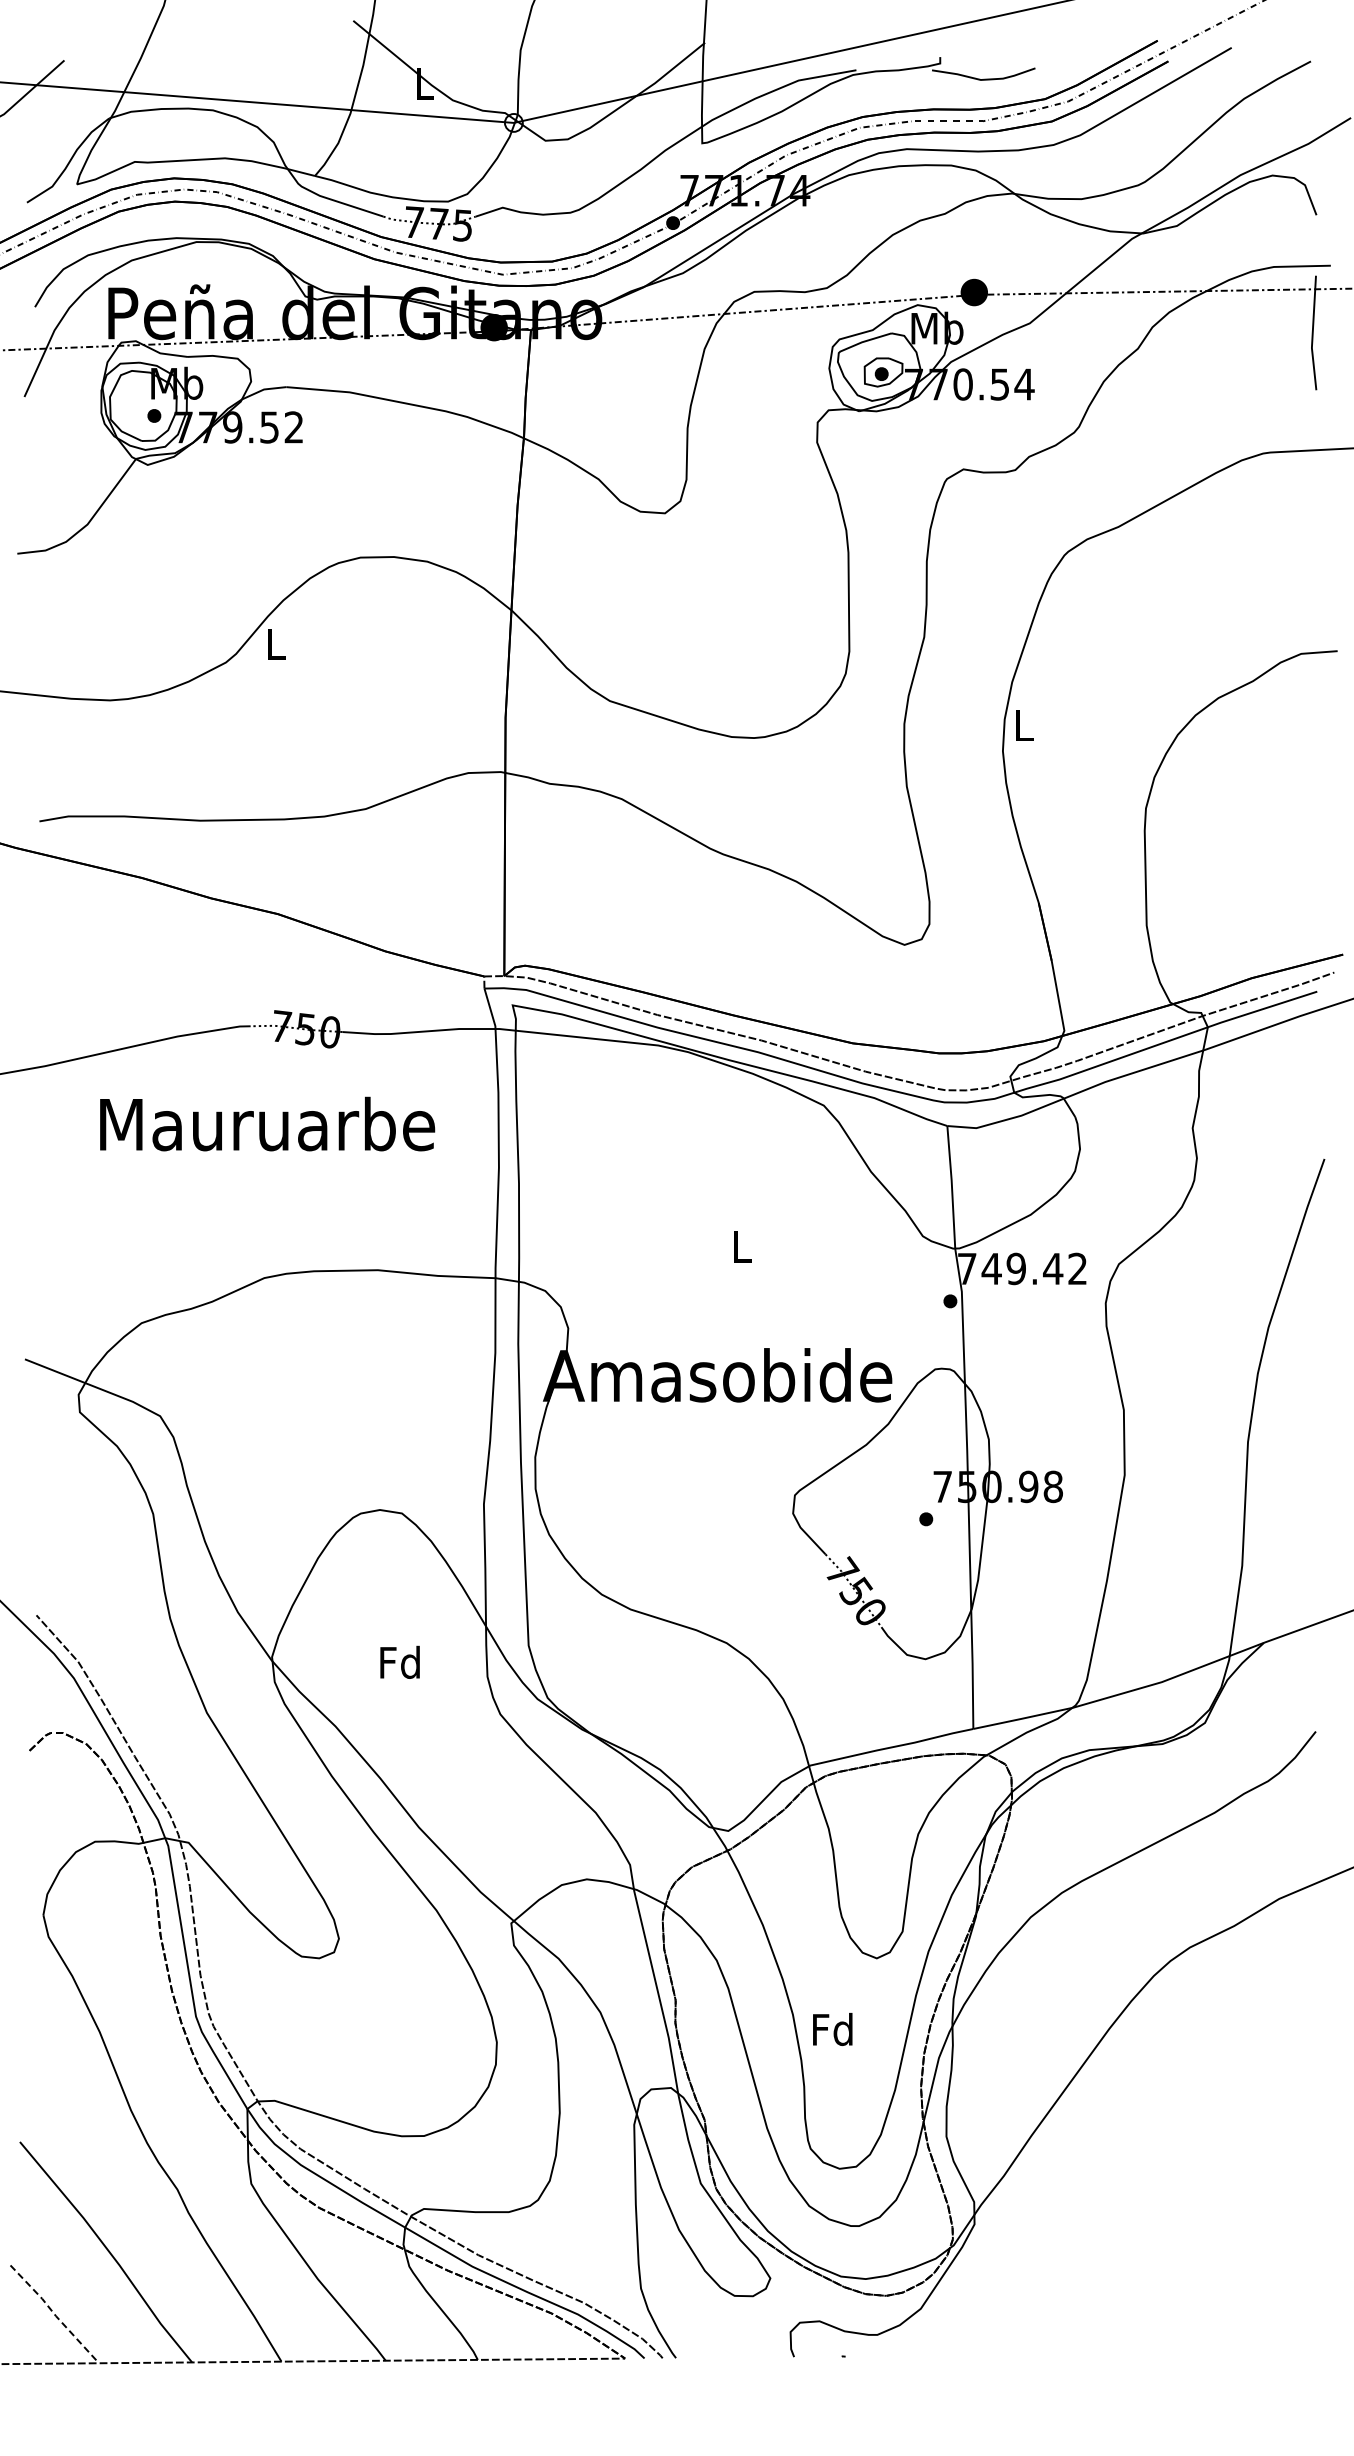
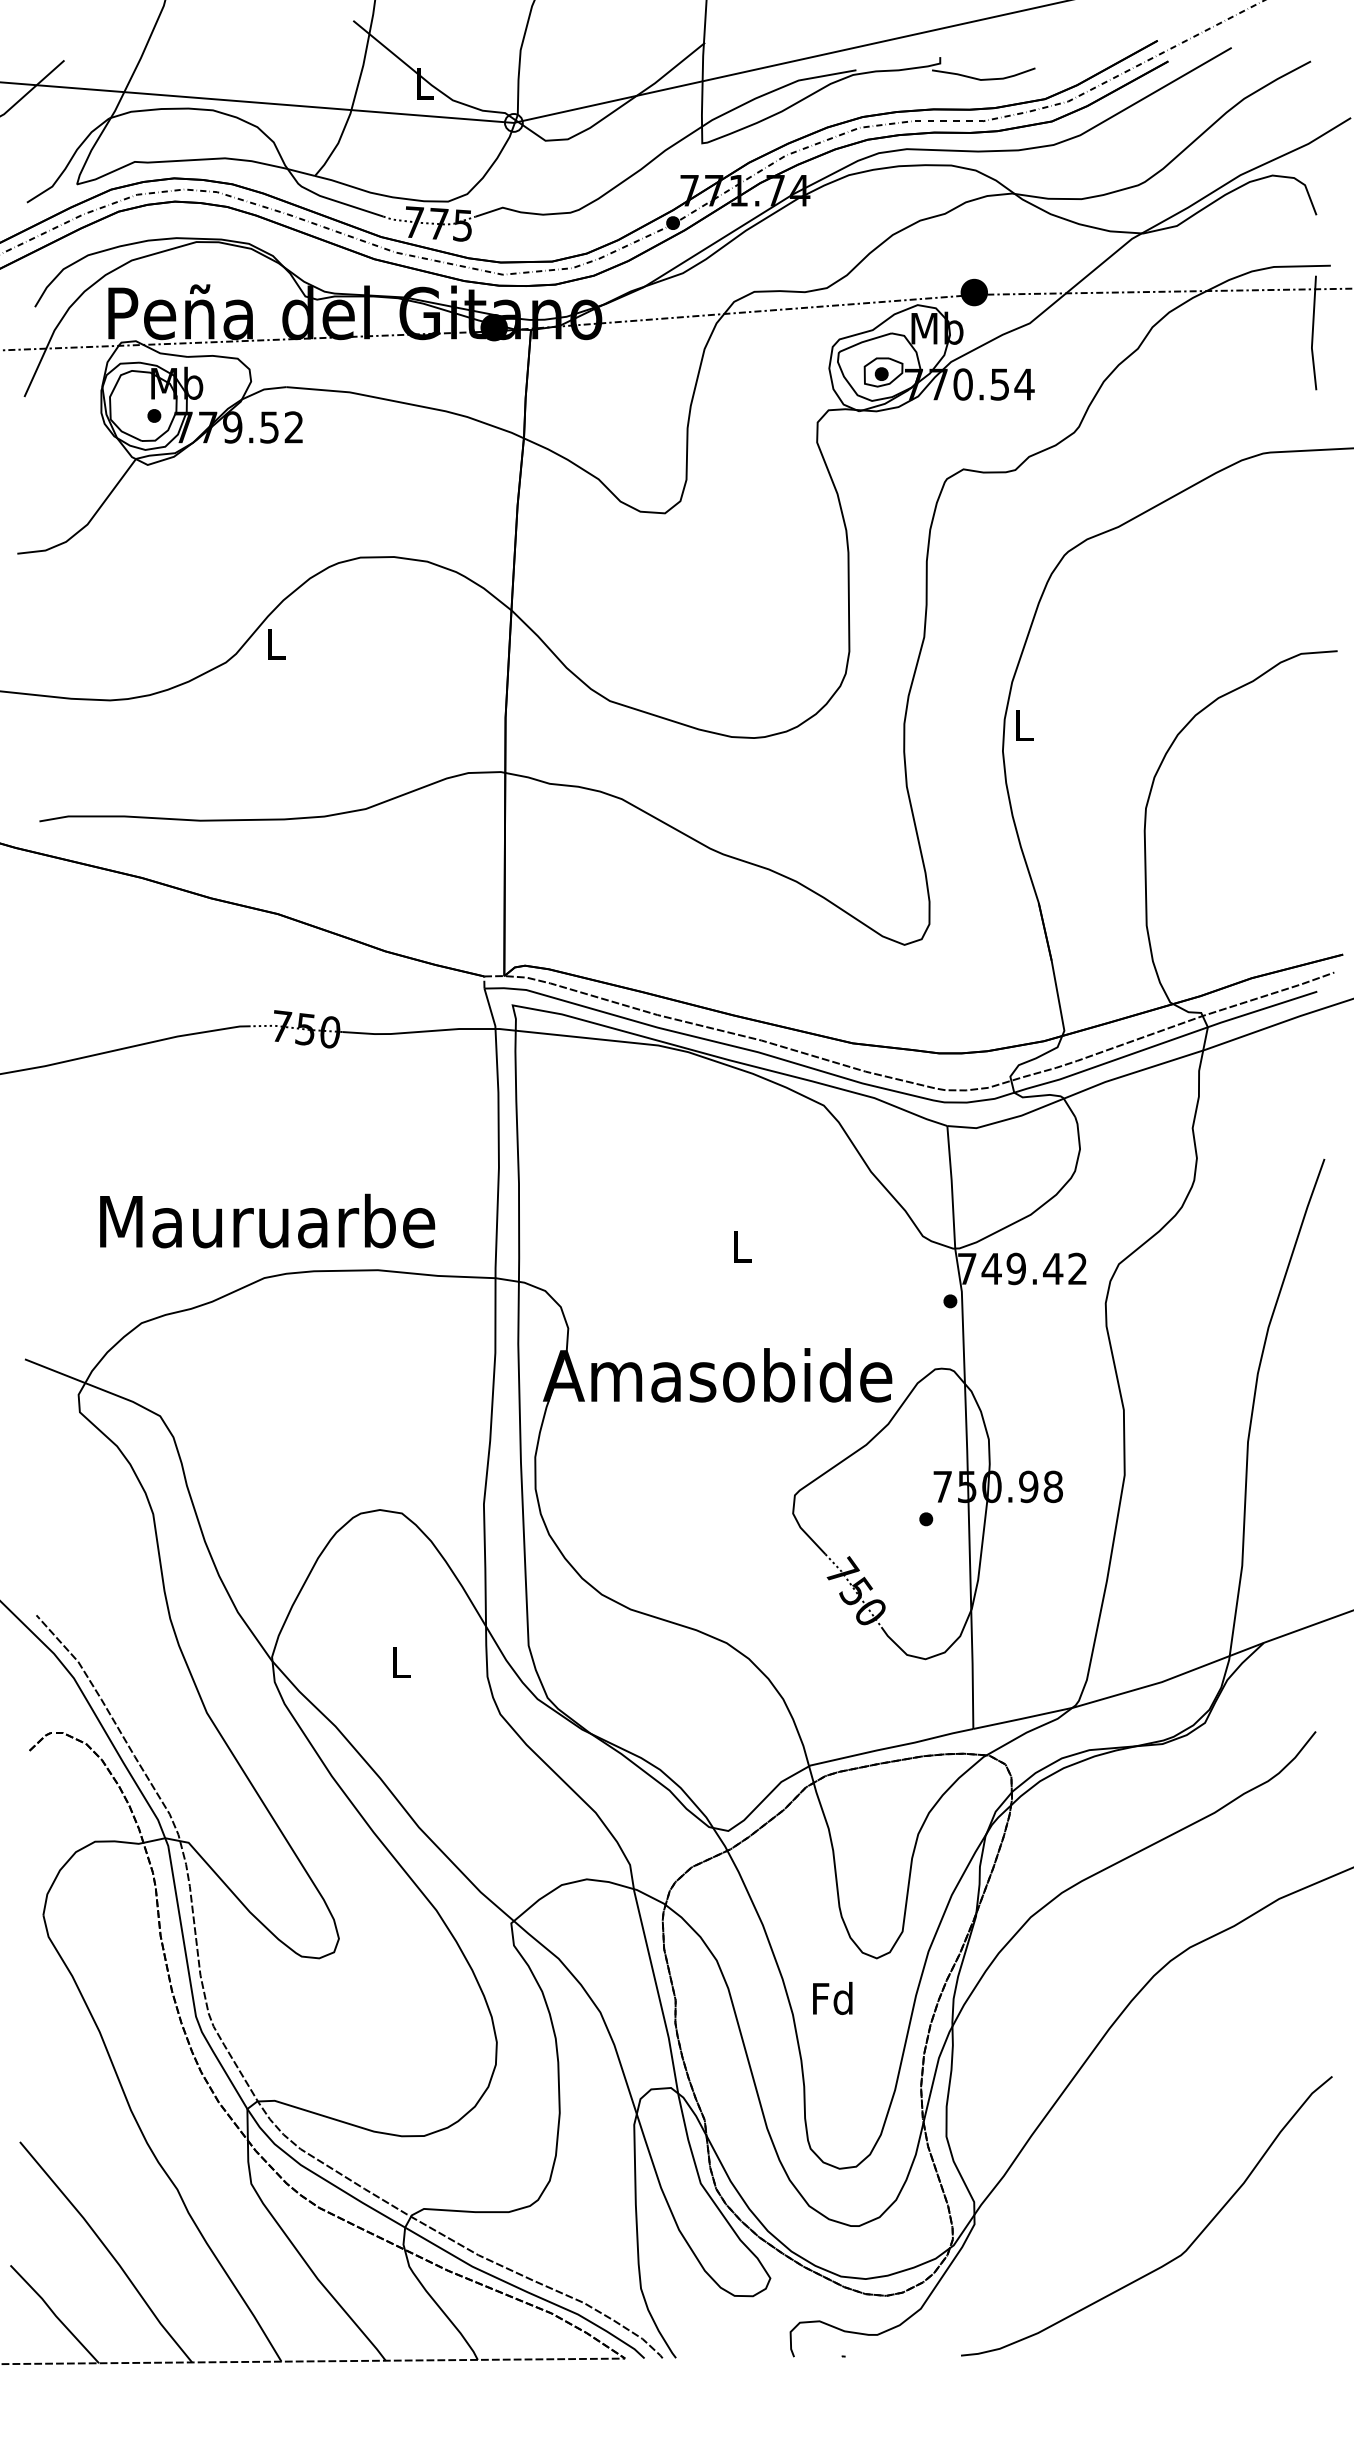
text at (267, 1123) position: (267, 1123) -> (267, 1220)
text at (399, 1661): Fd -> L
text at (832, 2029) position: (832, 2029) -> (832, 1998)
curve at (1173, 2258): none -> present
line at (54, 2314): dashed -> solid
